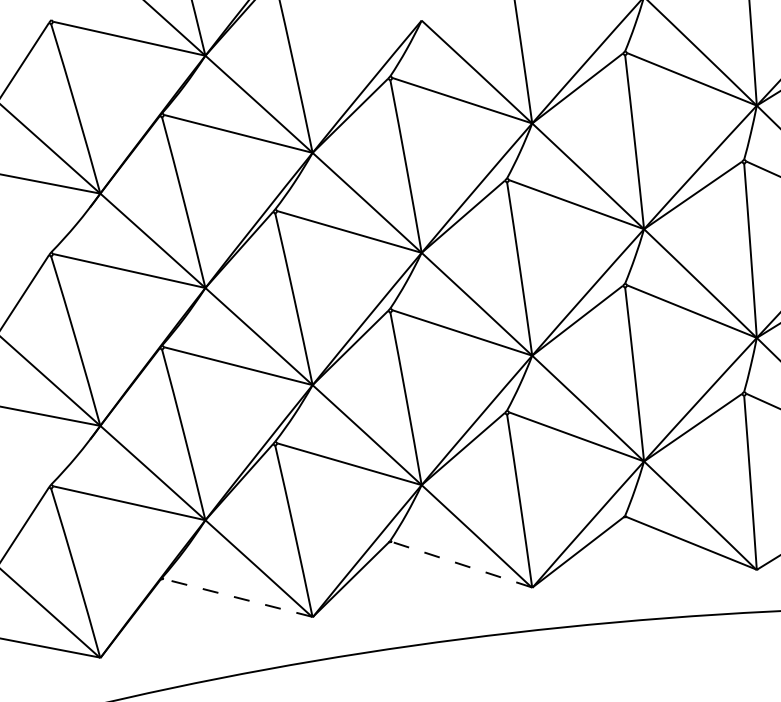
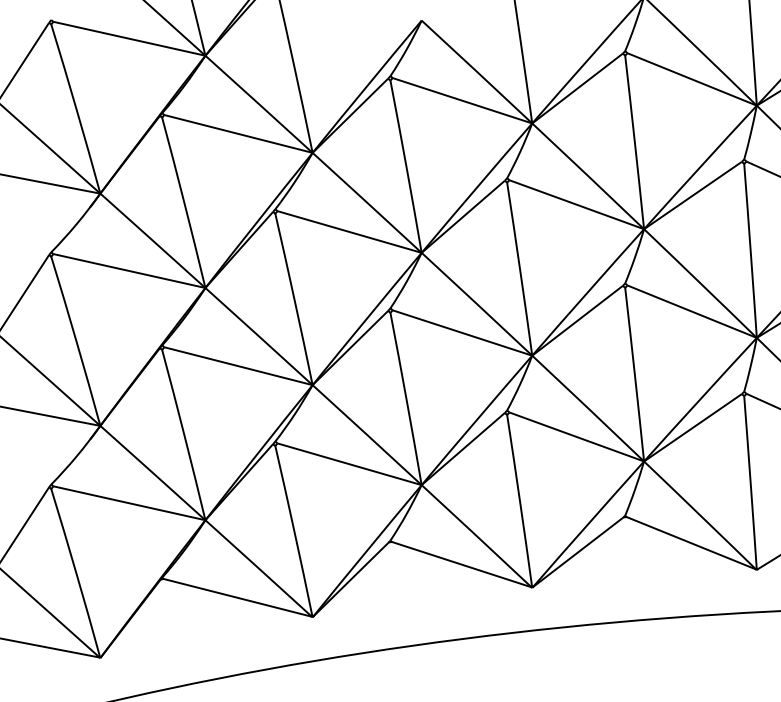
line at (461, 564): dashed -> solid
line at (237, 597): dashed -> solid
